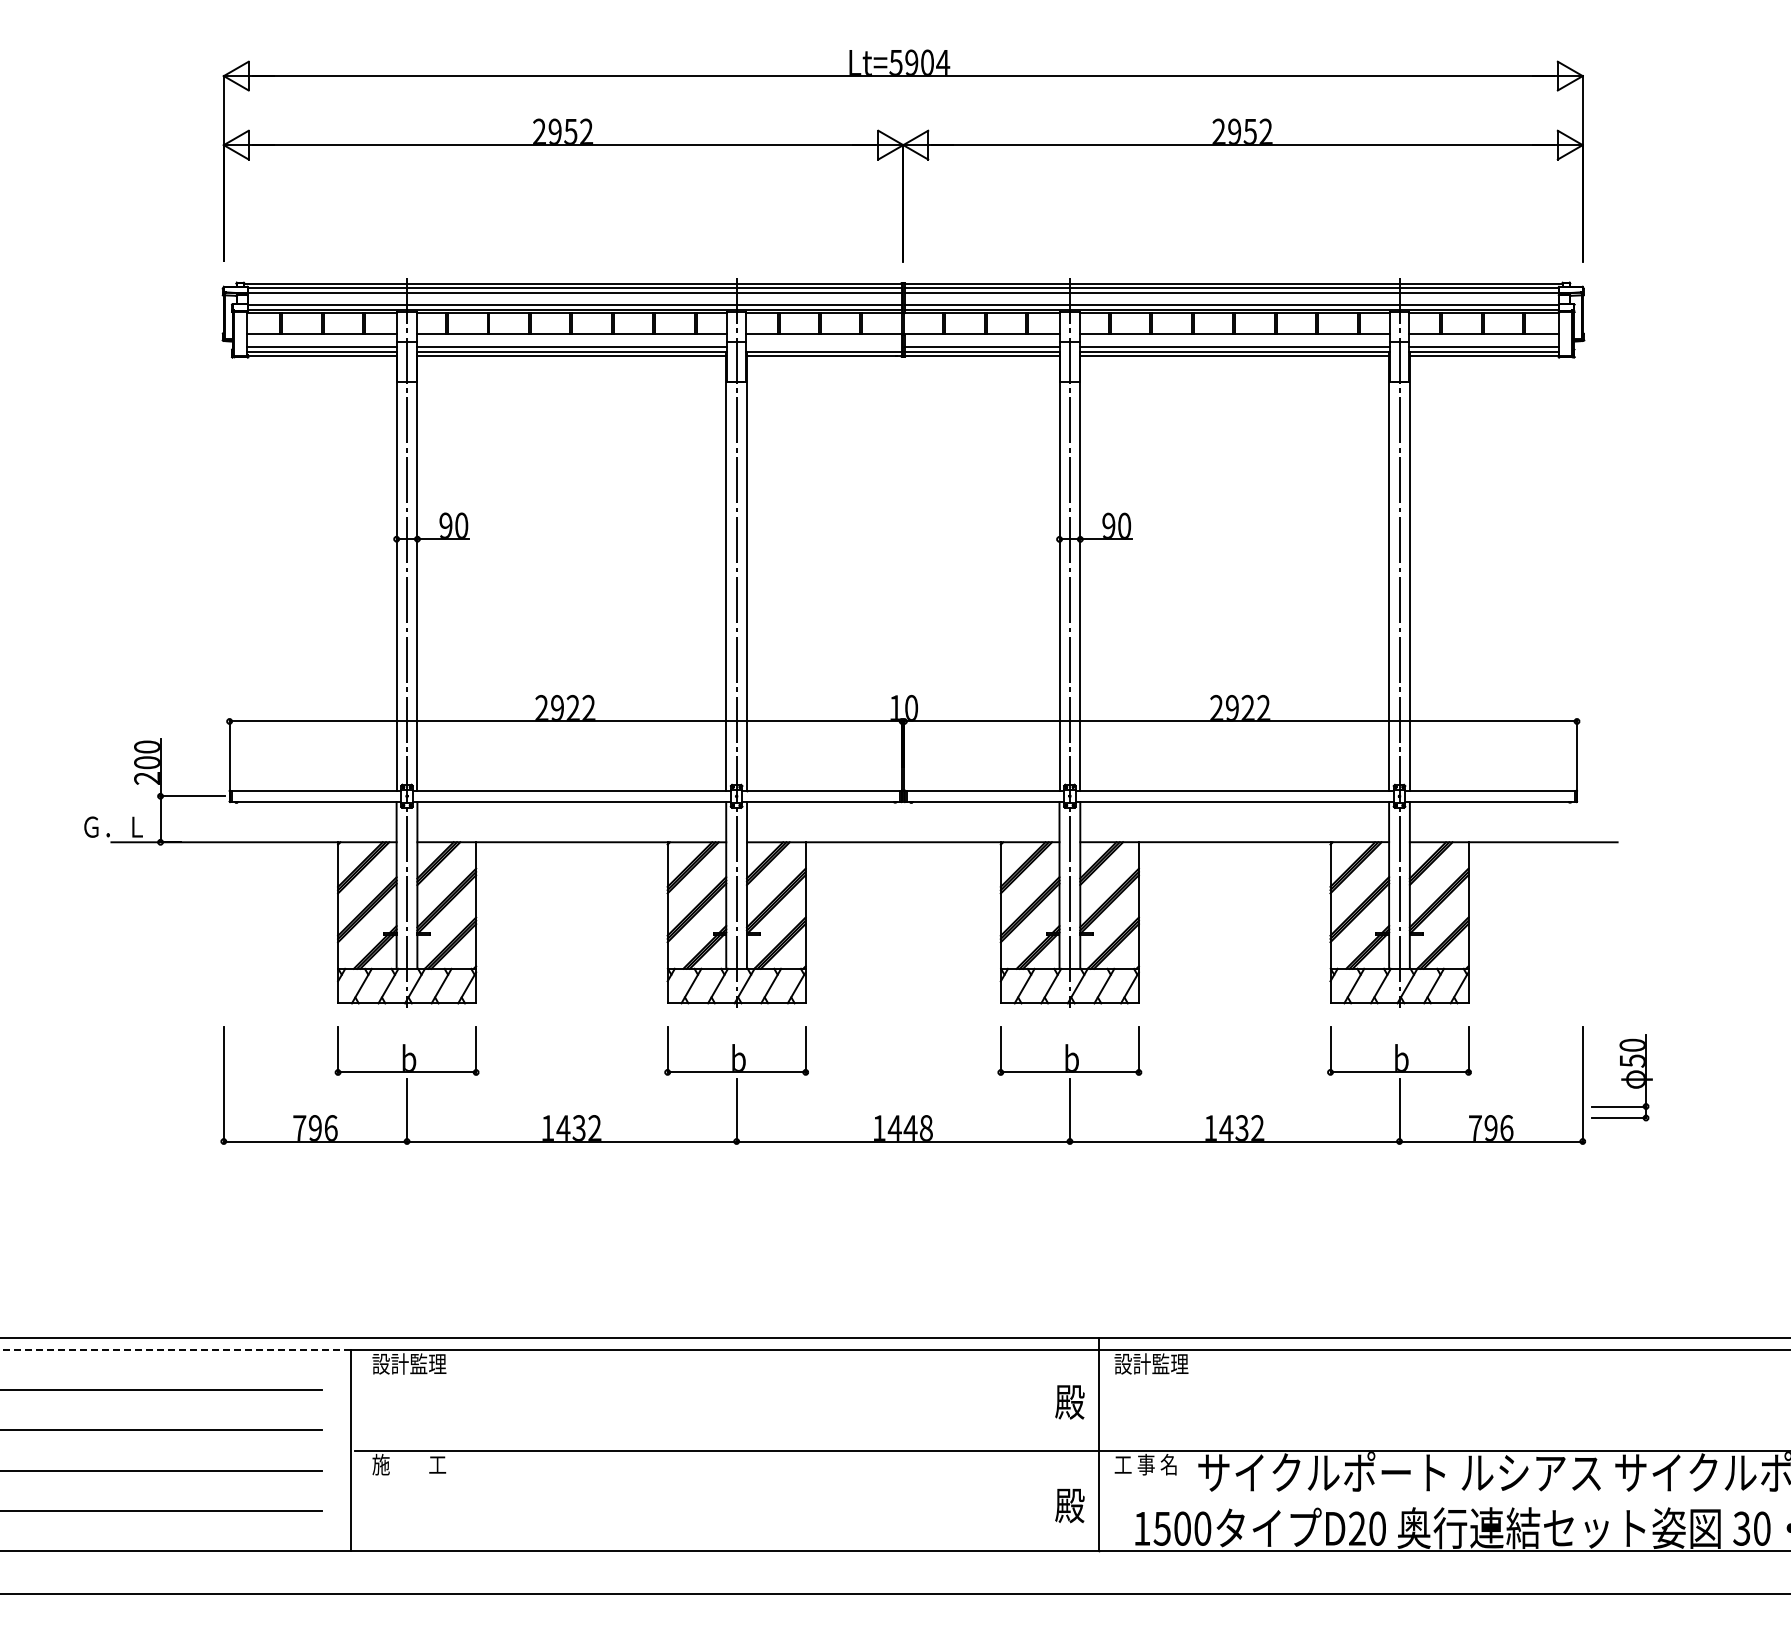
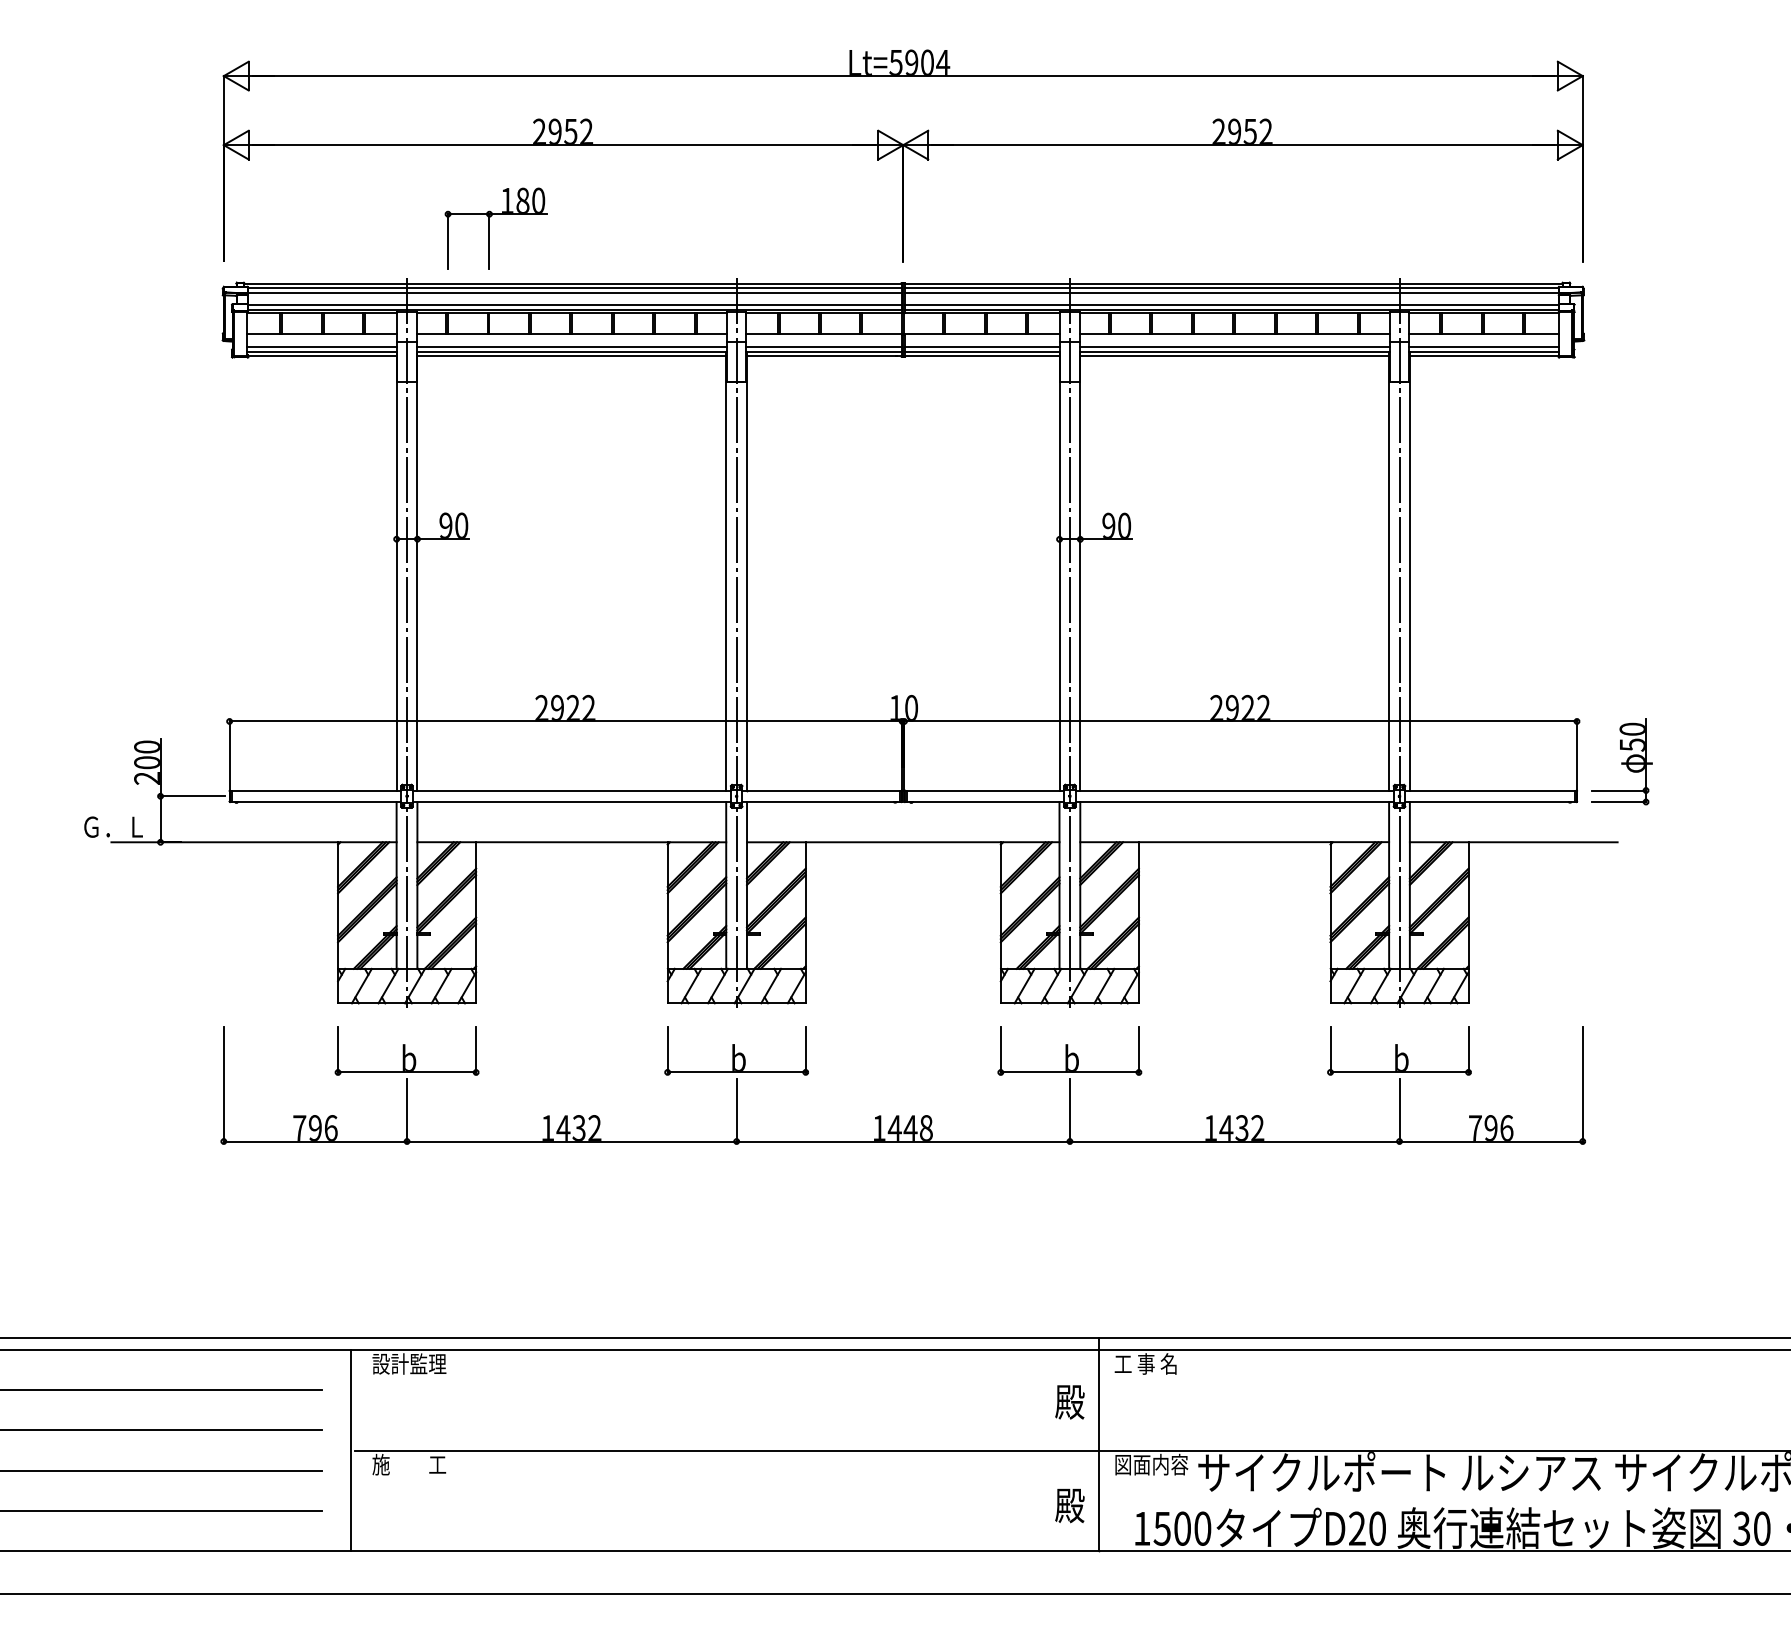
part at (495, 228): none -> present
line at (823, 347): none -> present
part at (1621, 1077) position: (1621, 1077) -> (1621, 761)
line at (175, 1349): dashed -> solid
text at (1151, 1363): 設計監理 -> 工 事 名
text at (1151, 1464): 工 事 名 -> 図面内容
